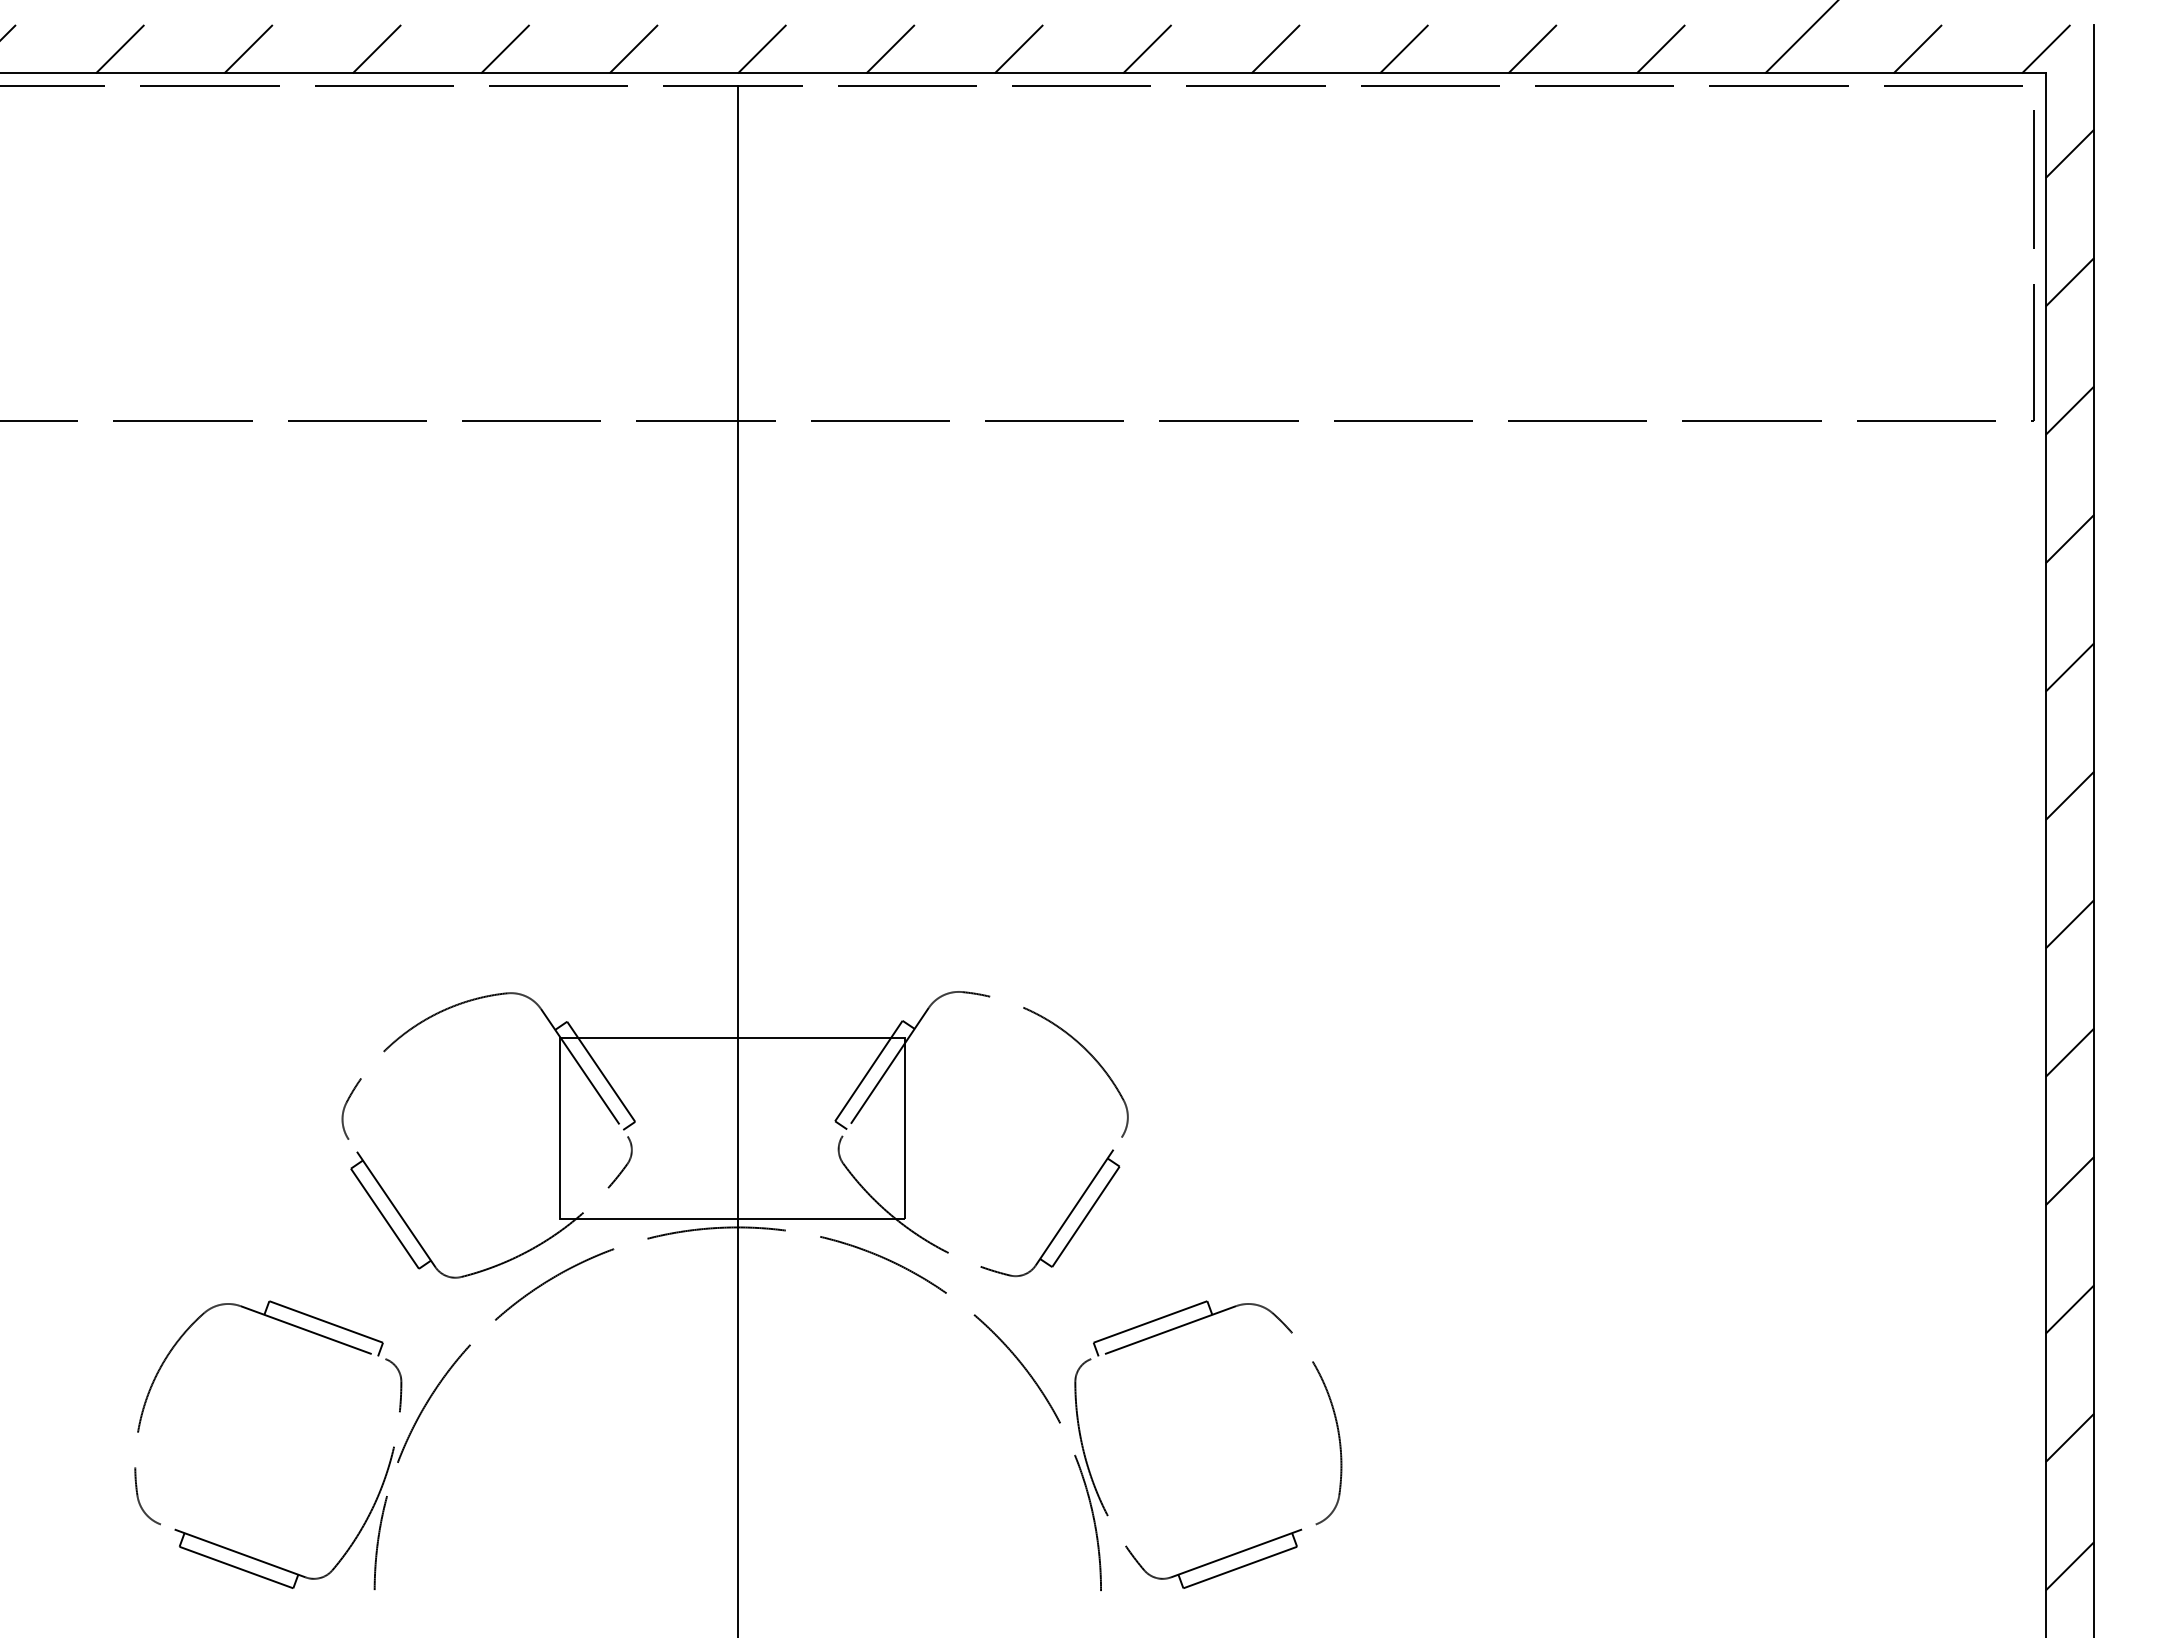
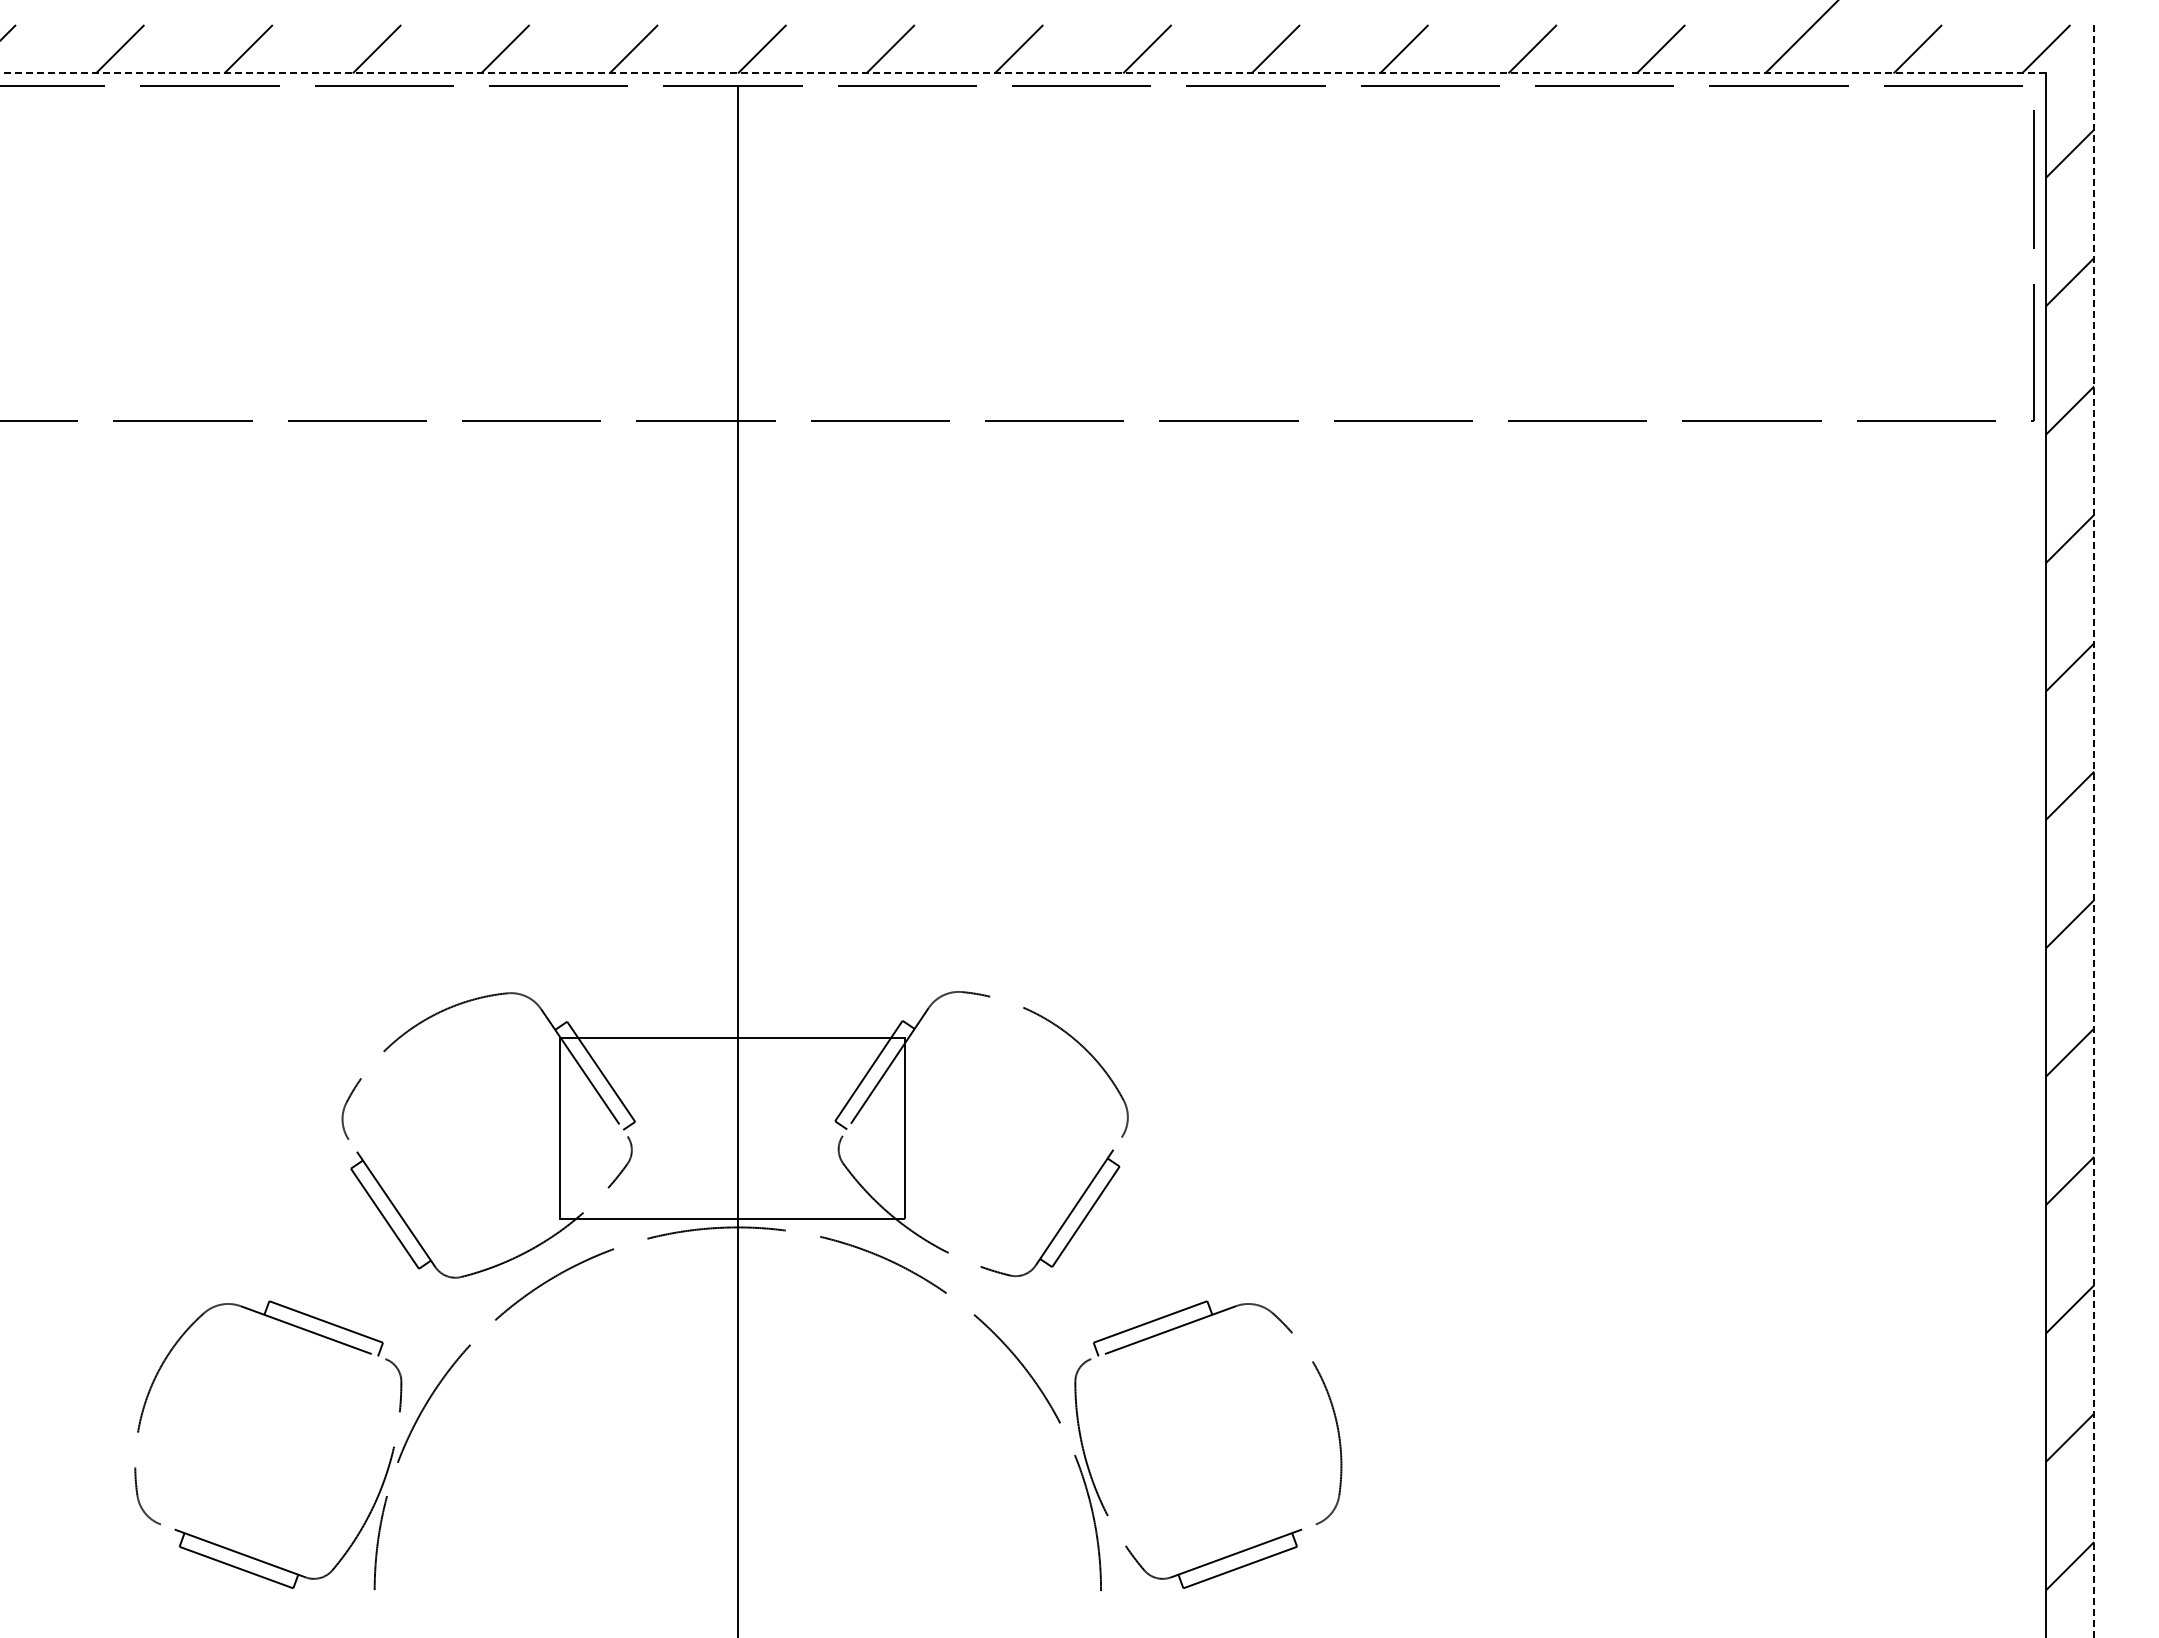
line at (1023, 73): solid -> dashed
line at (2094, 831): solid -> dashed
